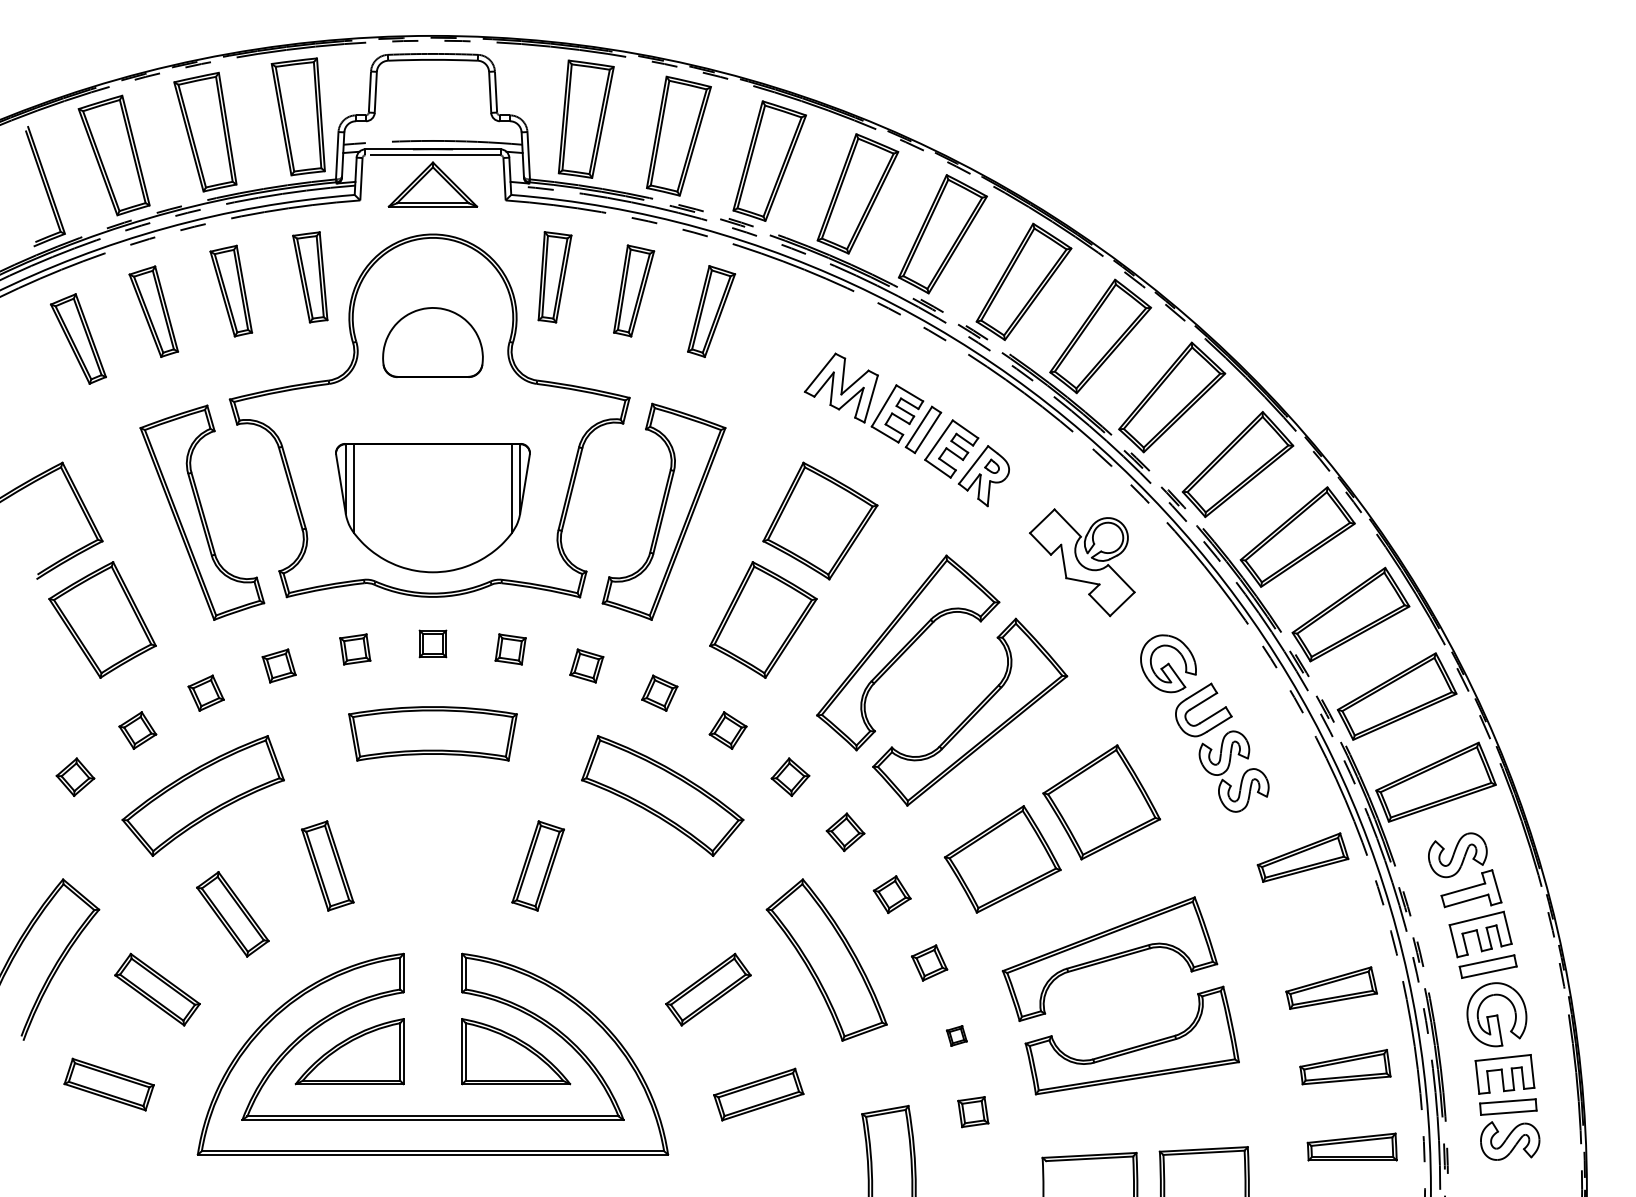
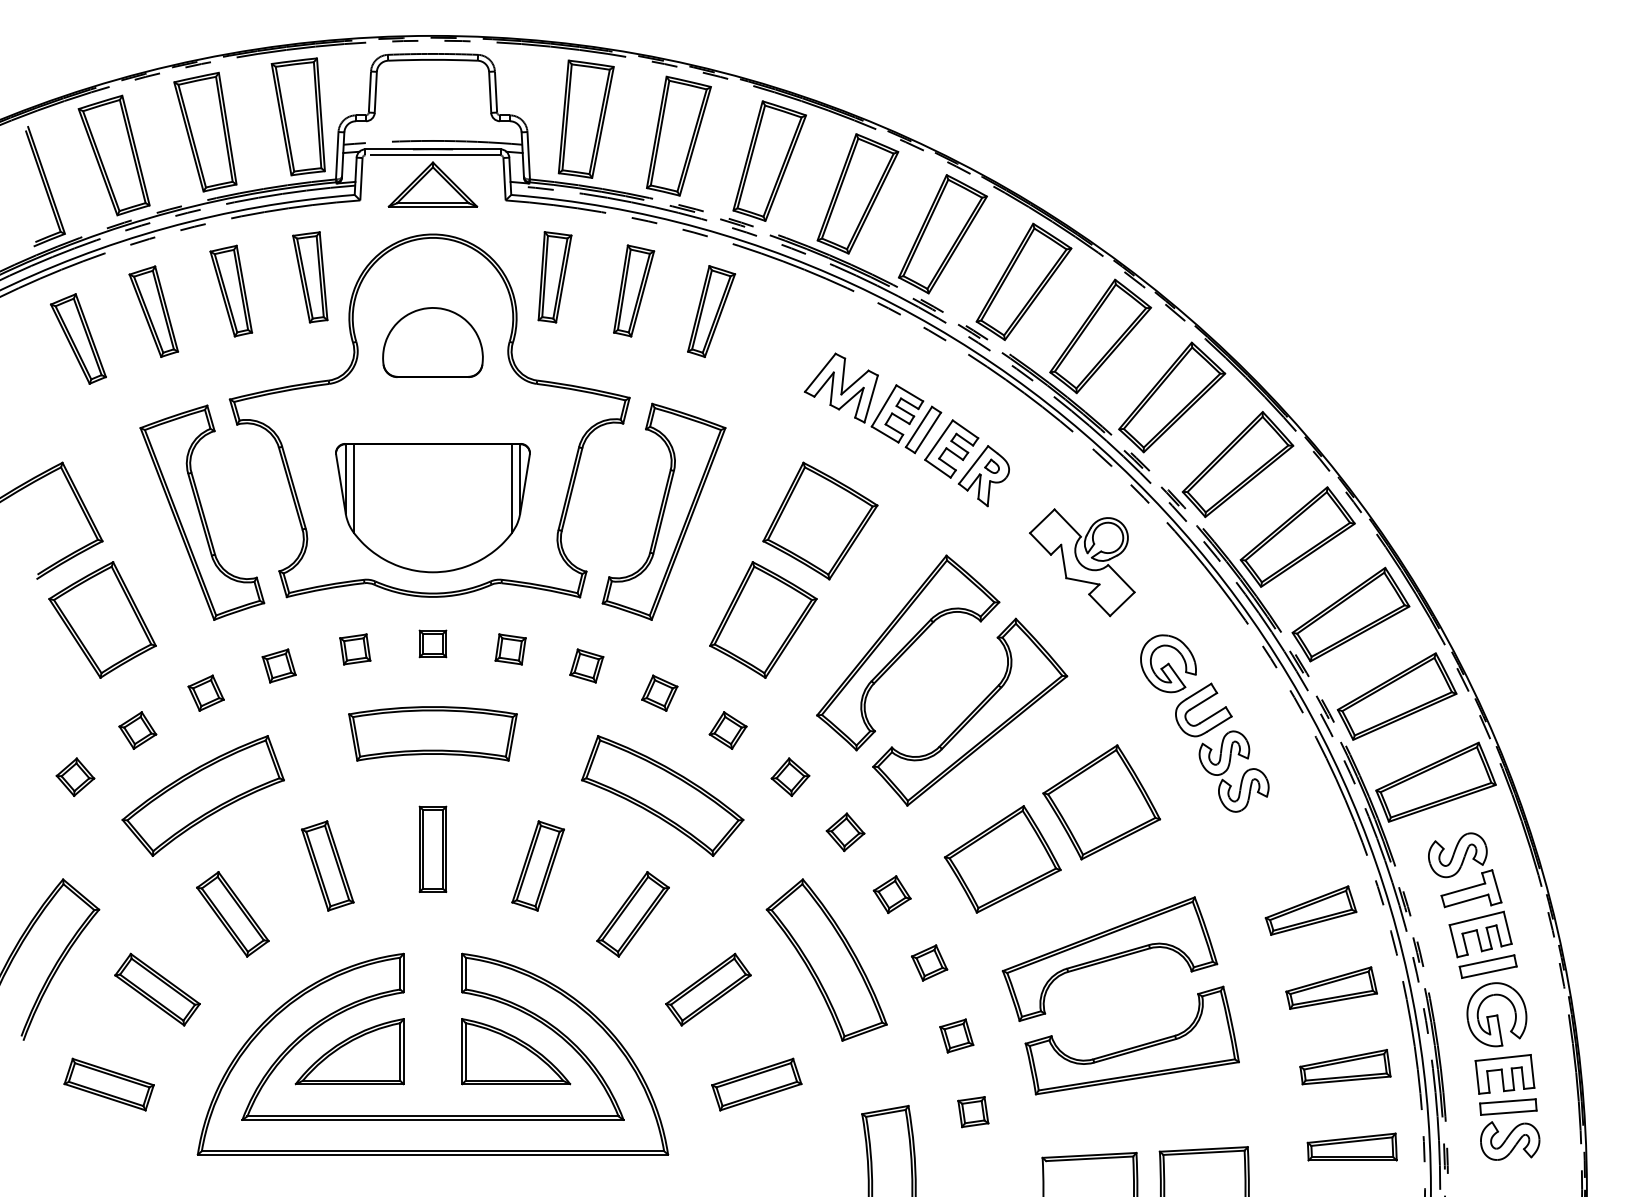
part at (432, 848): none -> present
part at (1302, 857) position: (1302, 857) -> (1310, 910)
part at (632, 914): none -> present
part at (956, 1035) size: 23x22 px -> 36x36 px
part at (758, 1094) position: (758, 1094) -> (756, 1084)
